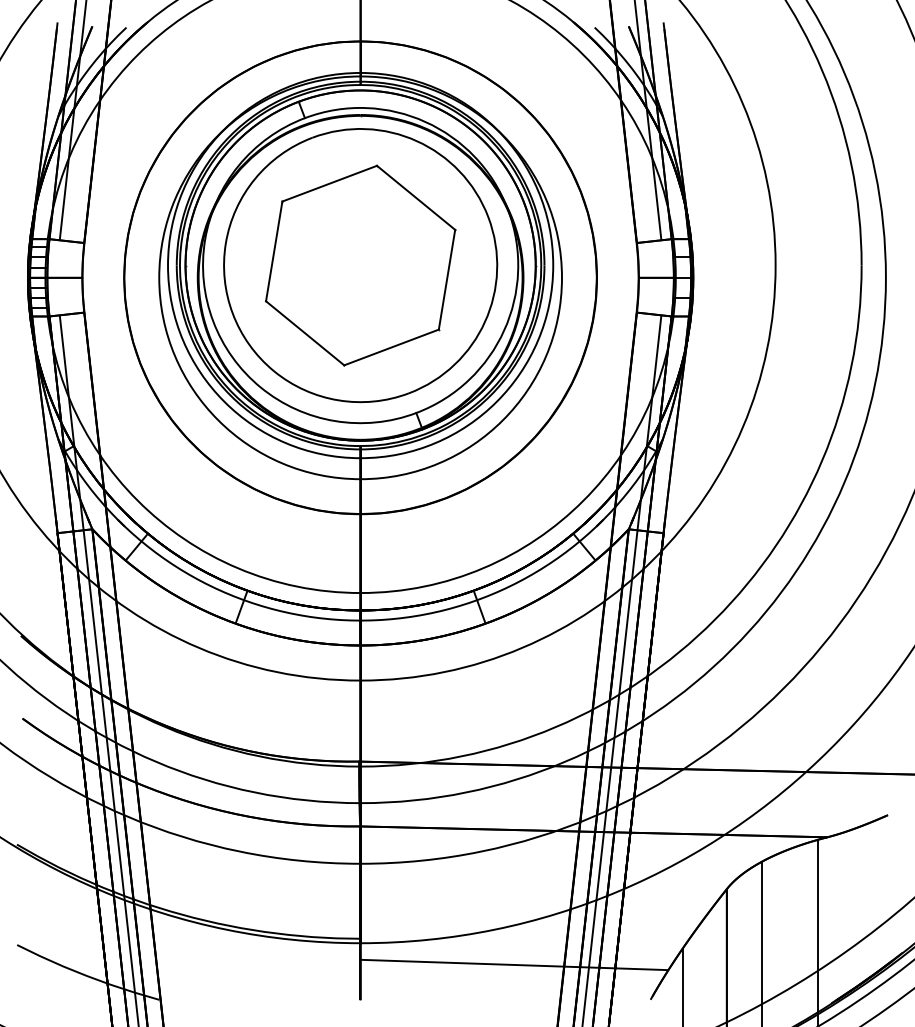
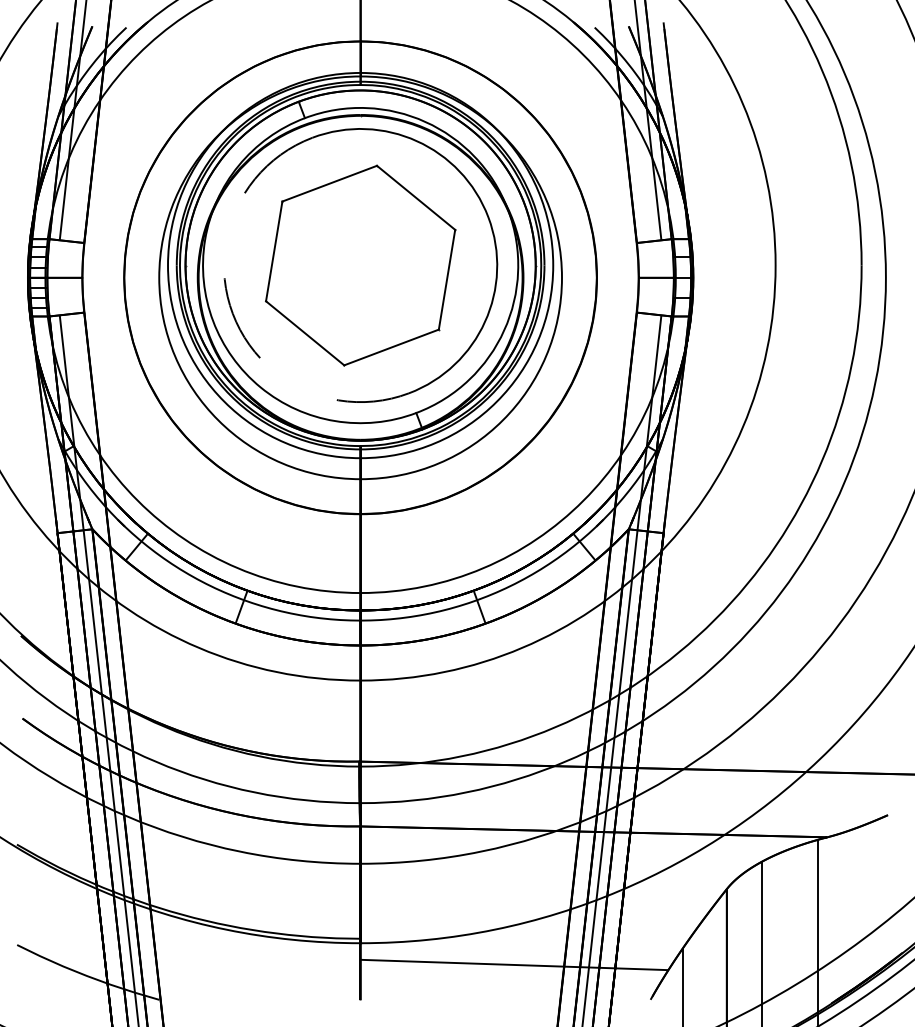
arc at (232, 313): solid -> dashed
